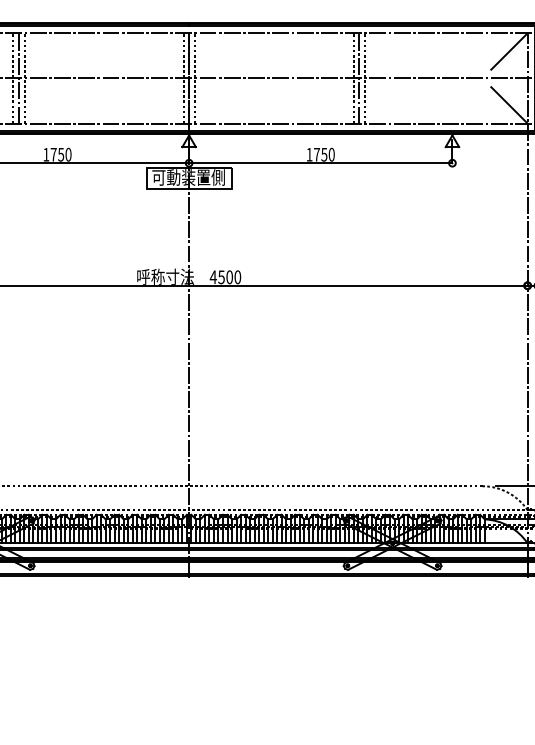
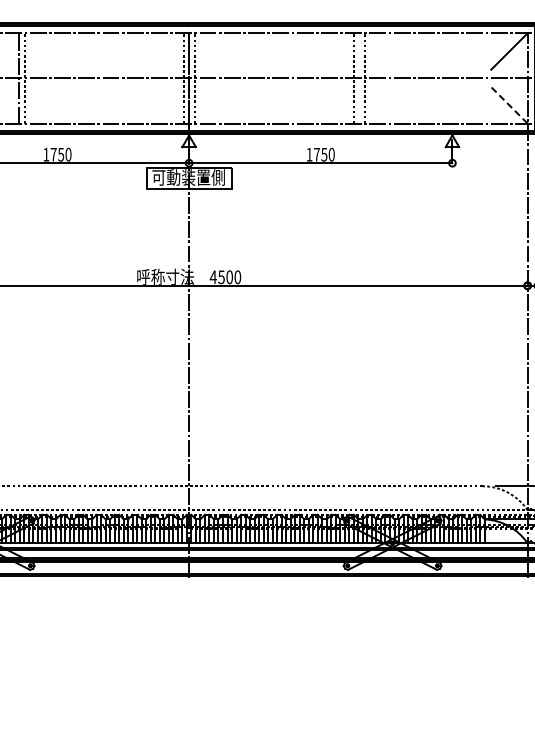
line at (13, 78): present -> none
line at (359, 78): present -> none
line at (509, 105): solid -> dashed
